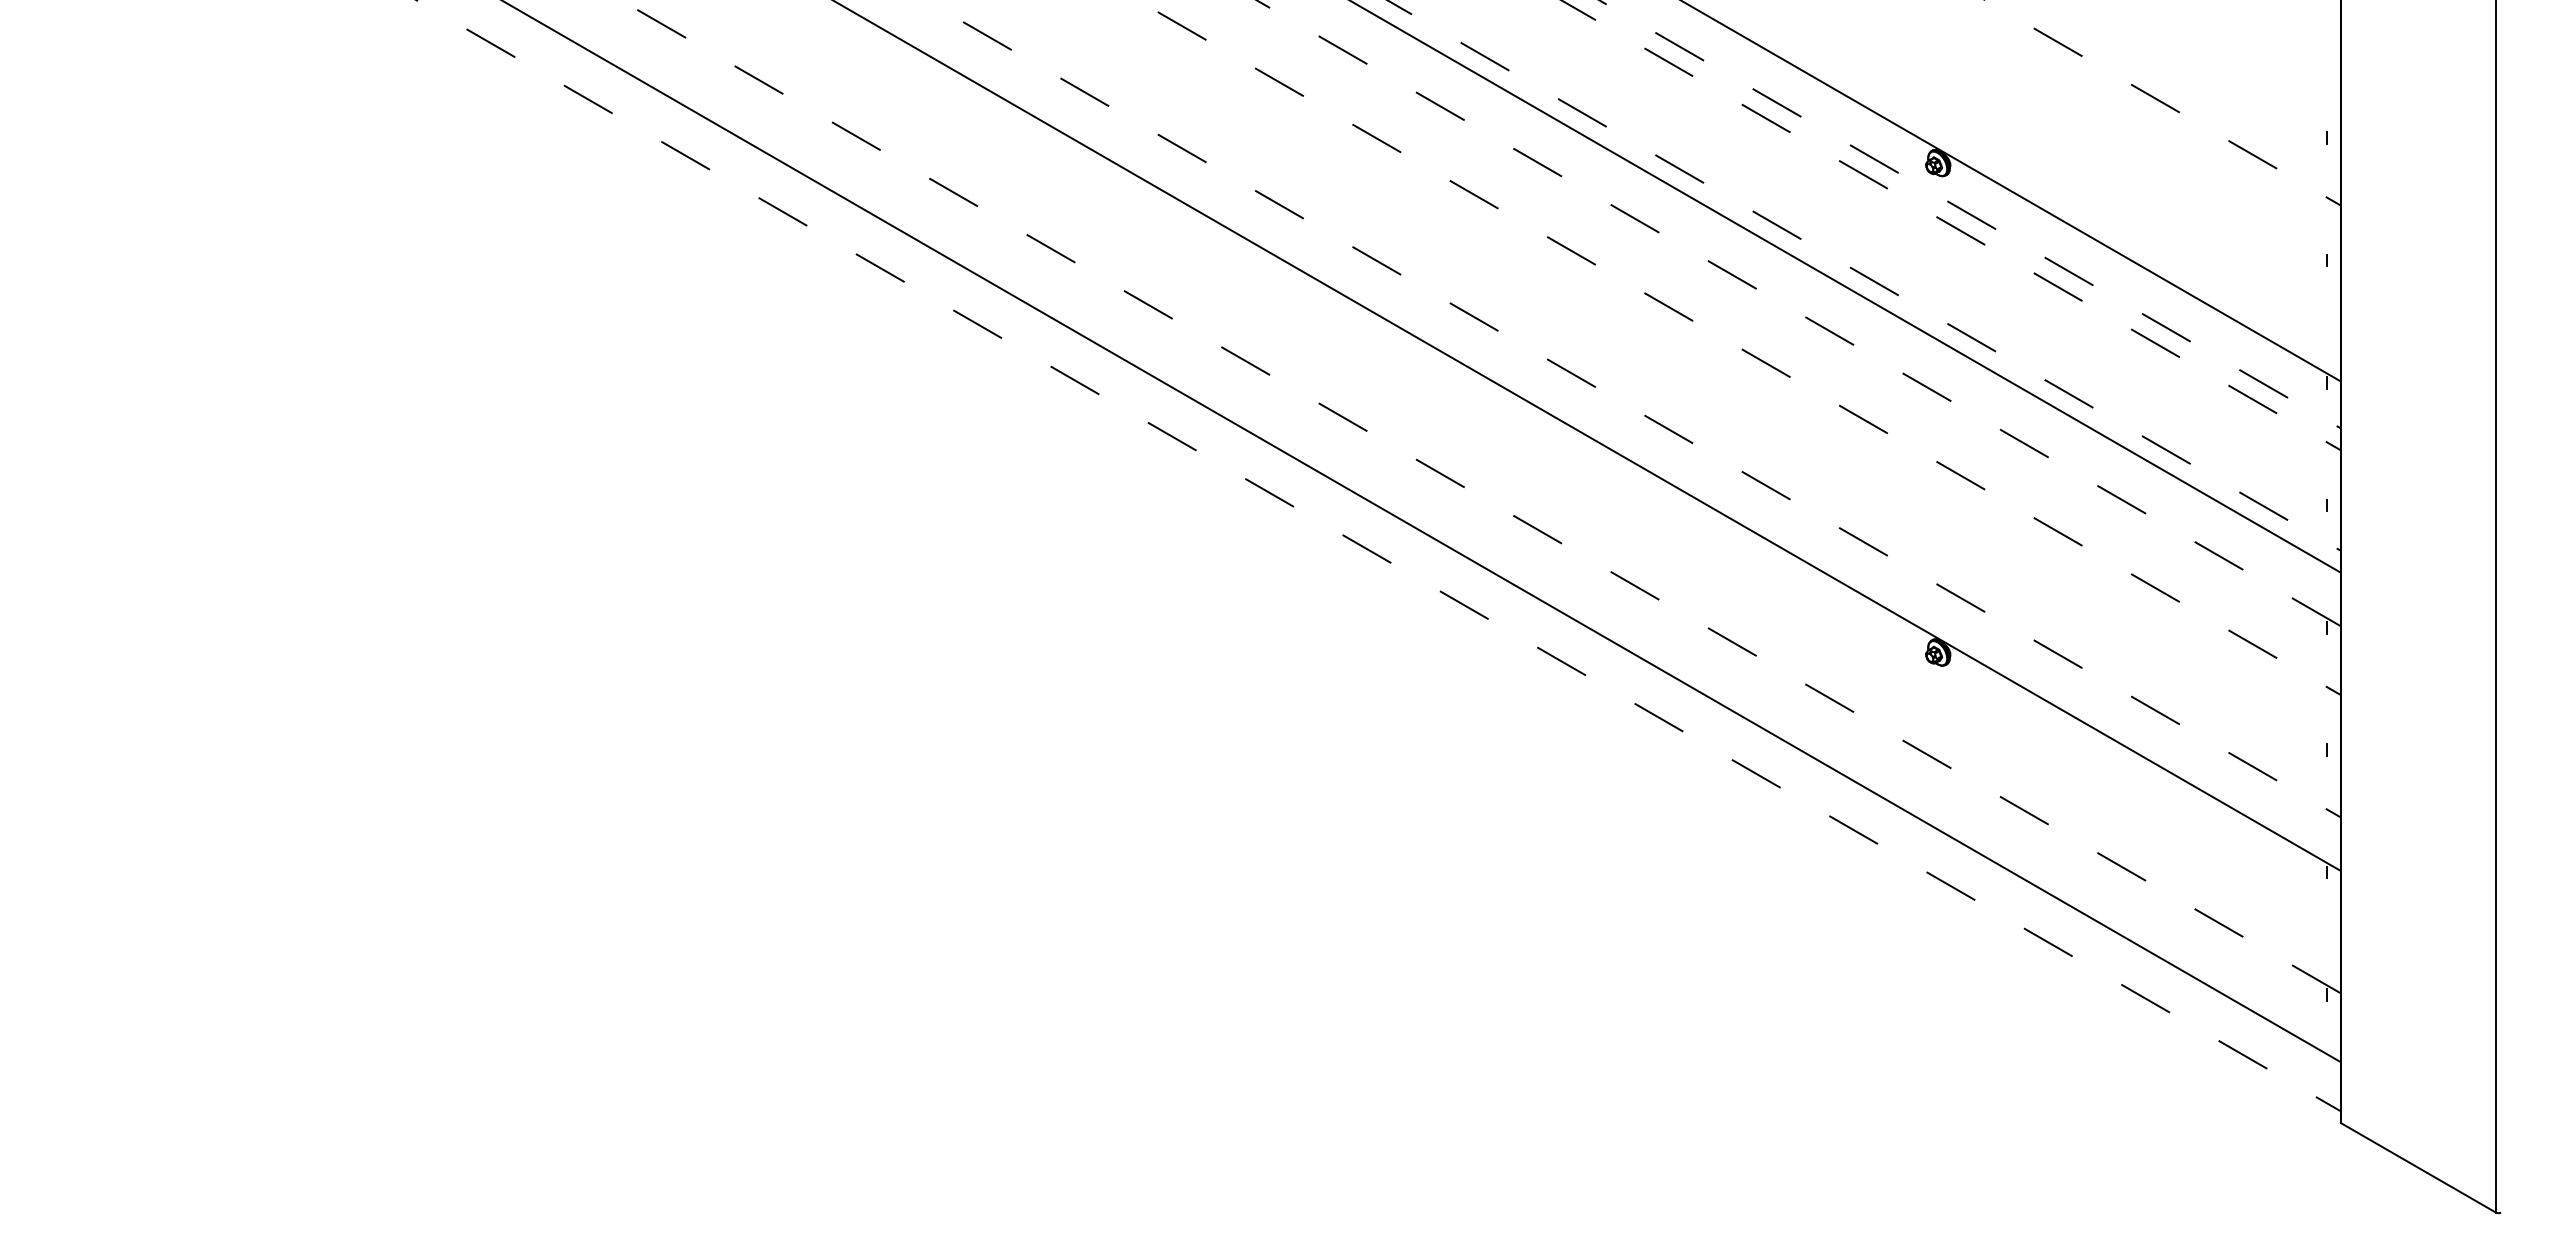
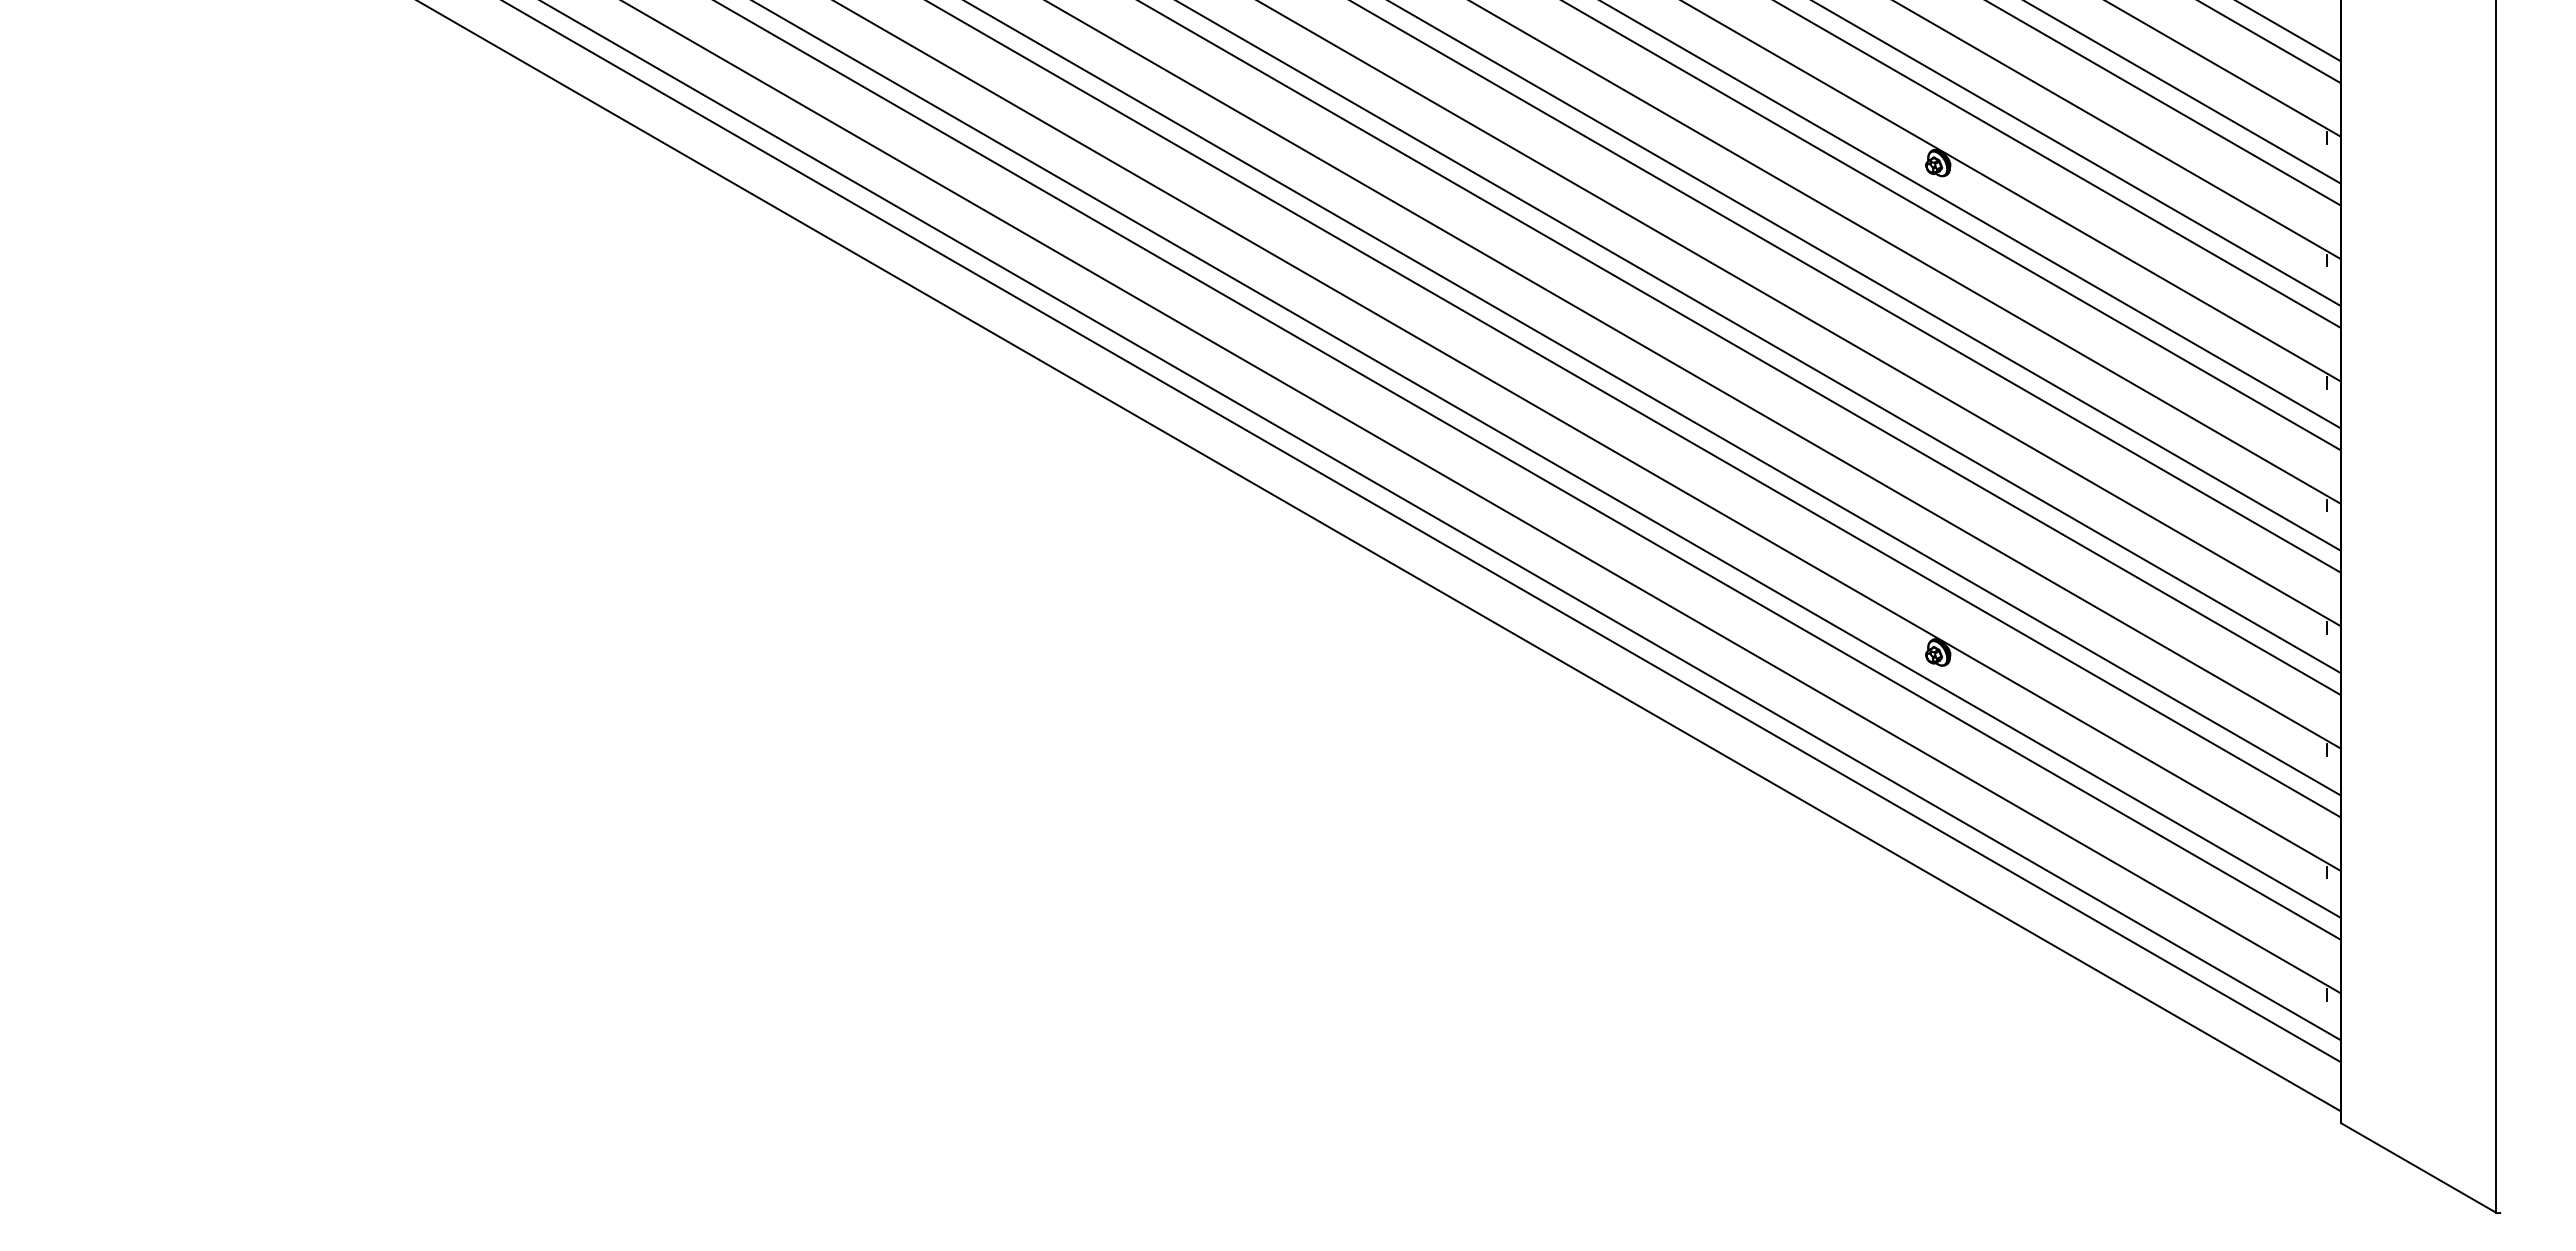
line at (2289, 31): none -> present
line at (2270, 42): none -> present
line at (2223, 69): none -> present
line at (2183, 92): none -> present
line at (2163, 103): dashed -> solid
line at (2118, 130): none -> present
line at (2077, 153): none -> present
line at (2058, 164): none -> present
line at (1970, 214): dashed -> solid
line at (1951, 225): dashed -> solid
line at (1905, 252): none -> present
line at (1864, 275): dashed -> solid
line at (1798, 313): dashed -> solid
line at (1759, 337): none -> present
line at (1738, 347): dashed -> solid
line at (1694, 375): none -> present
line at (1653, 398): none -> present
line at (1633, 408): dashed -> solid
line at (1547, 459): none -> present
line at (1528, 470): none -> present
line at (1480, 496): dashed -> solid
line at (1441, 521): none -> present
line at (1378, 555): dashed -> solid
